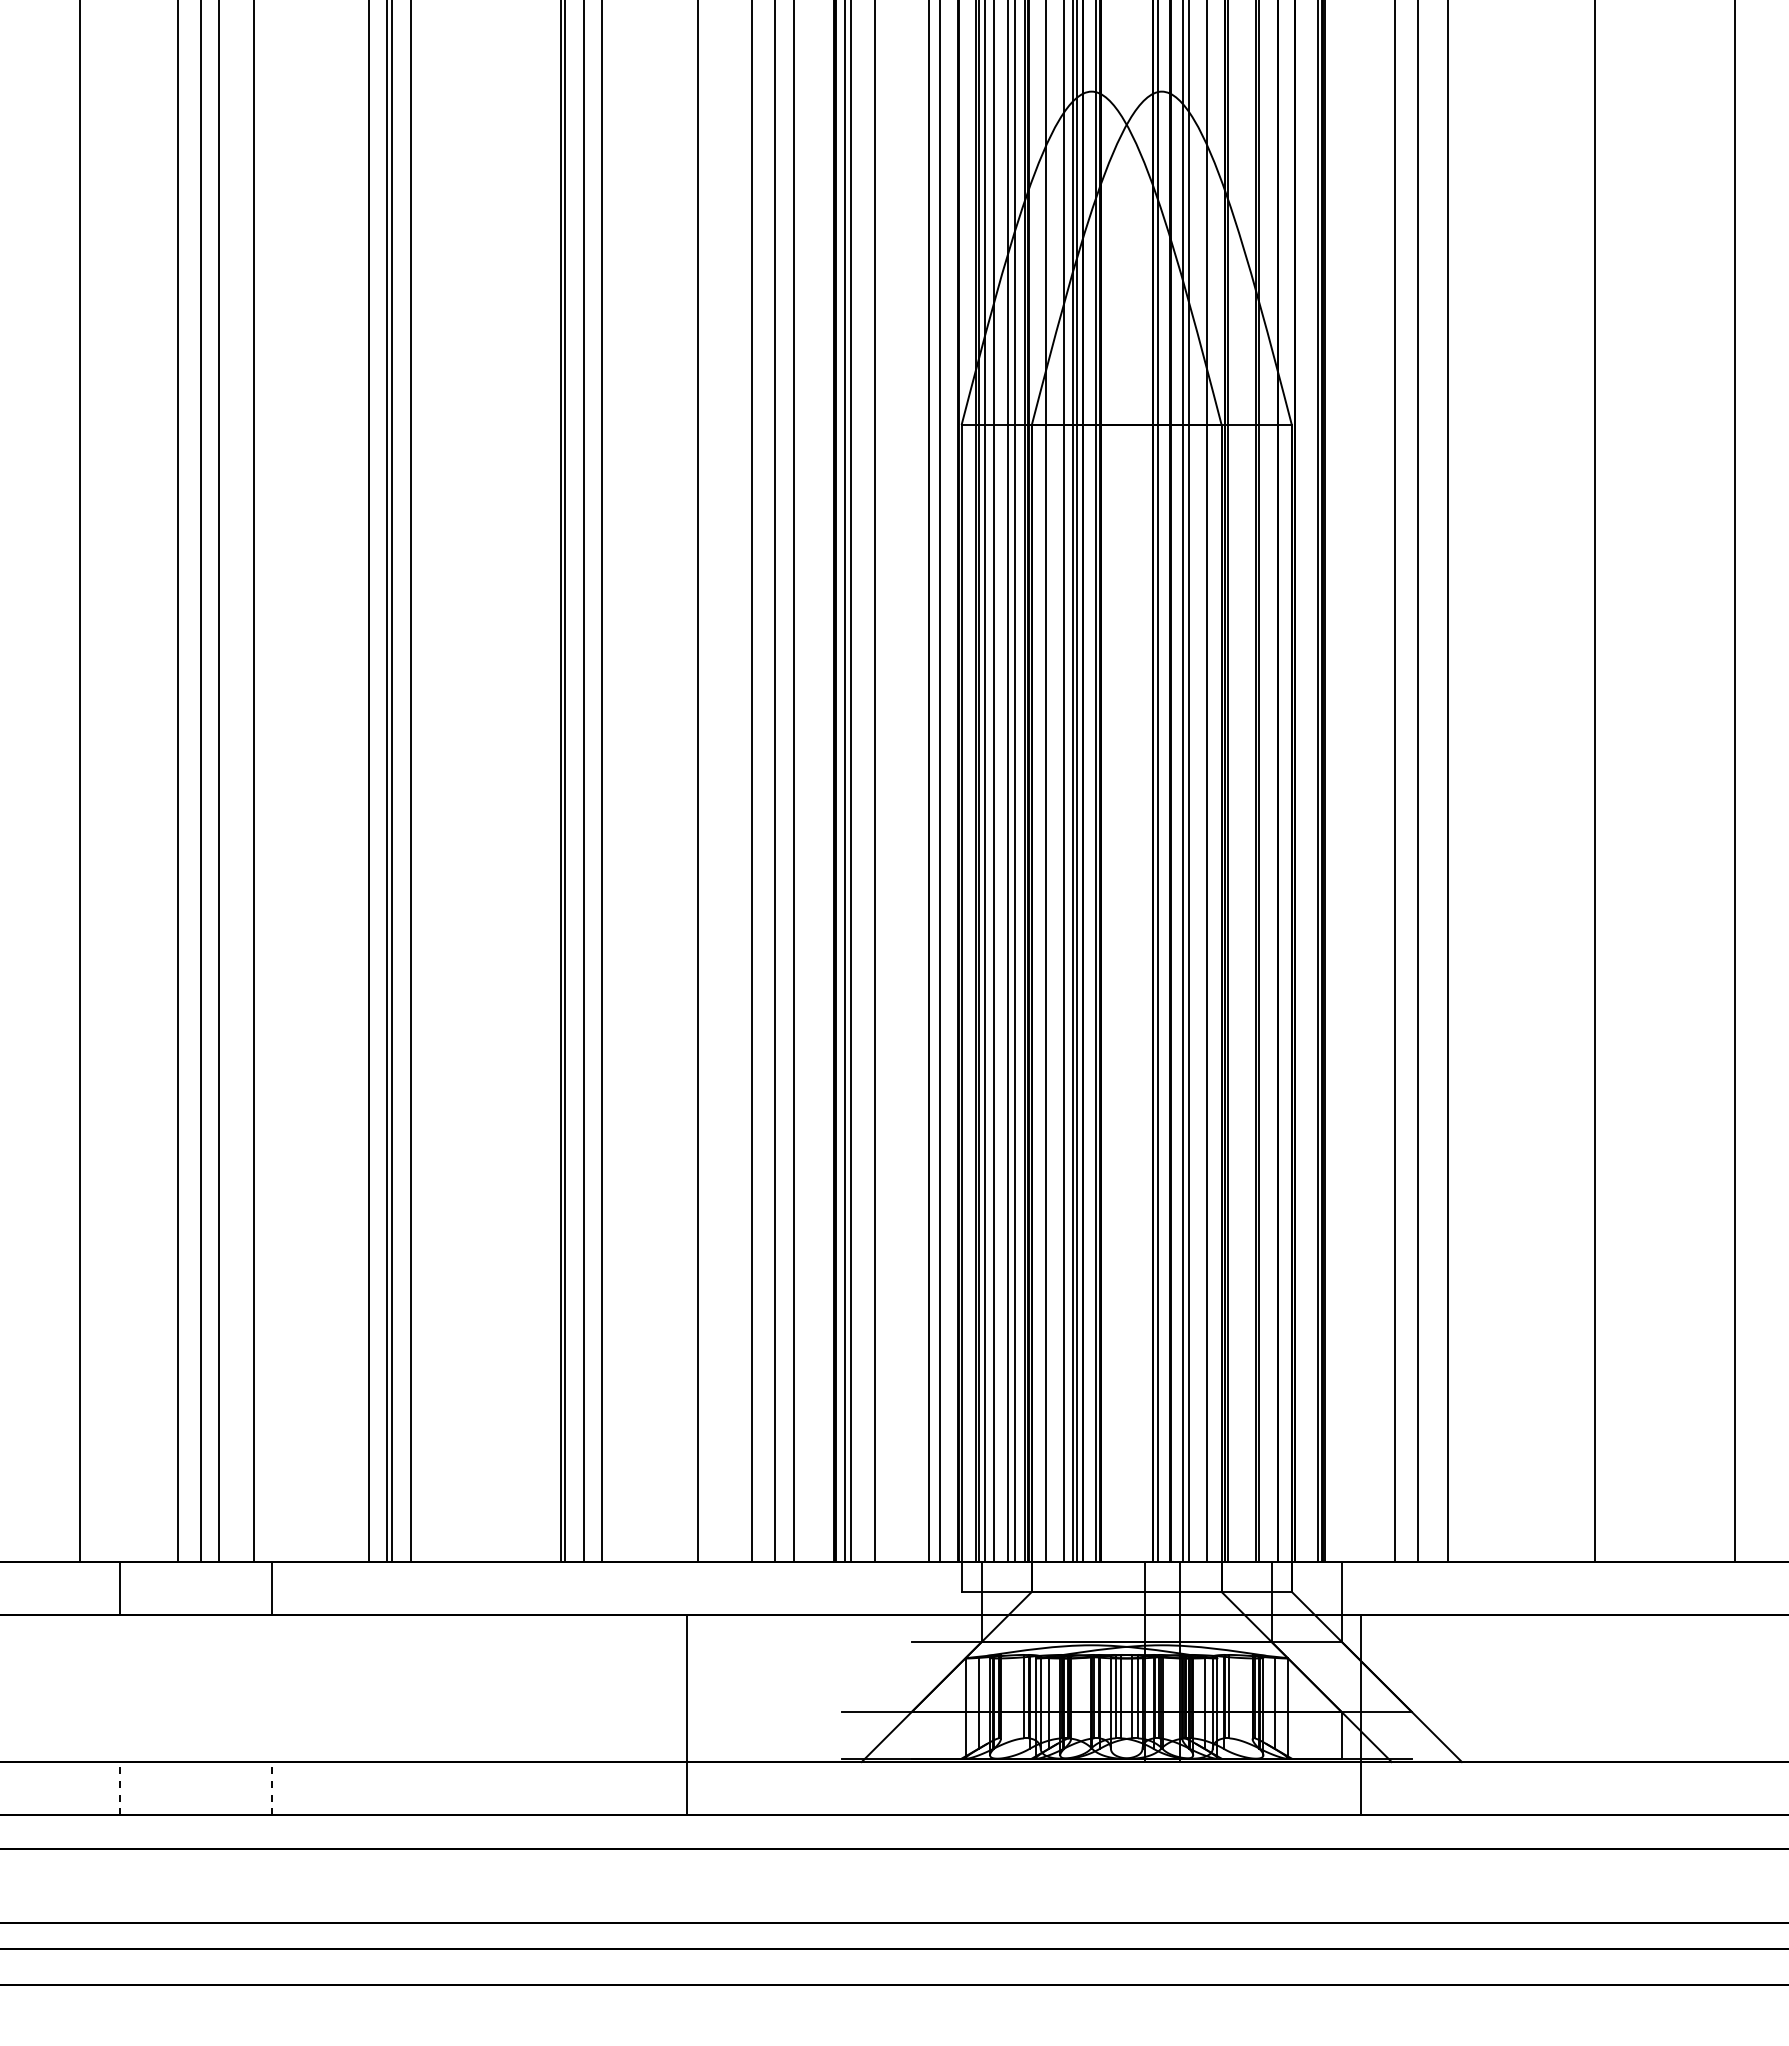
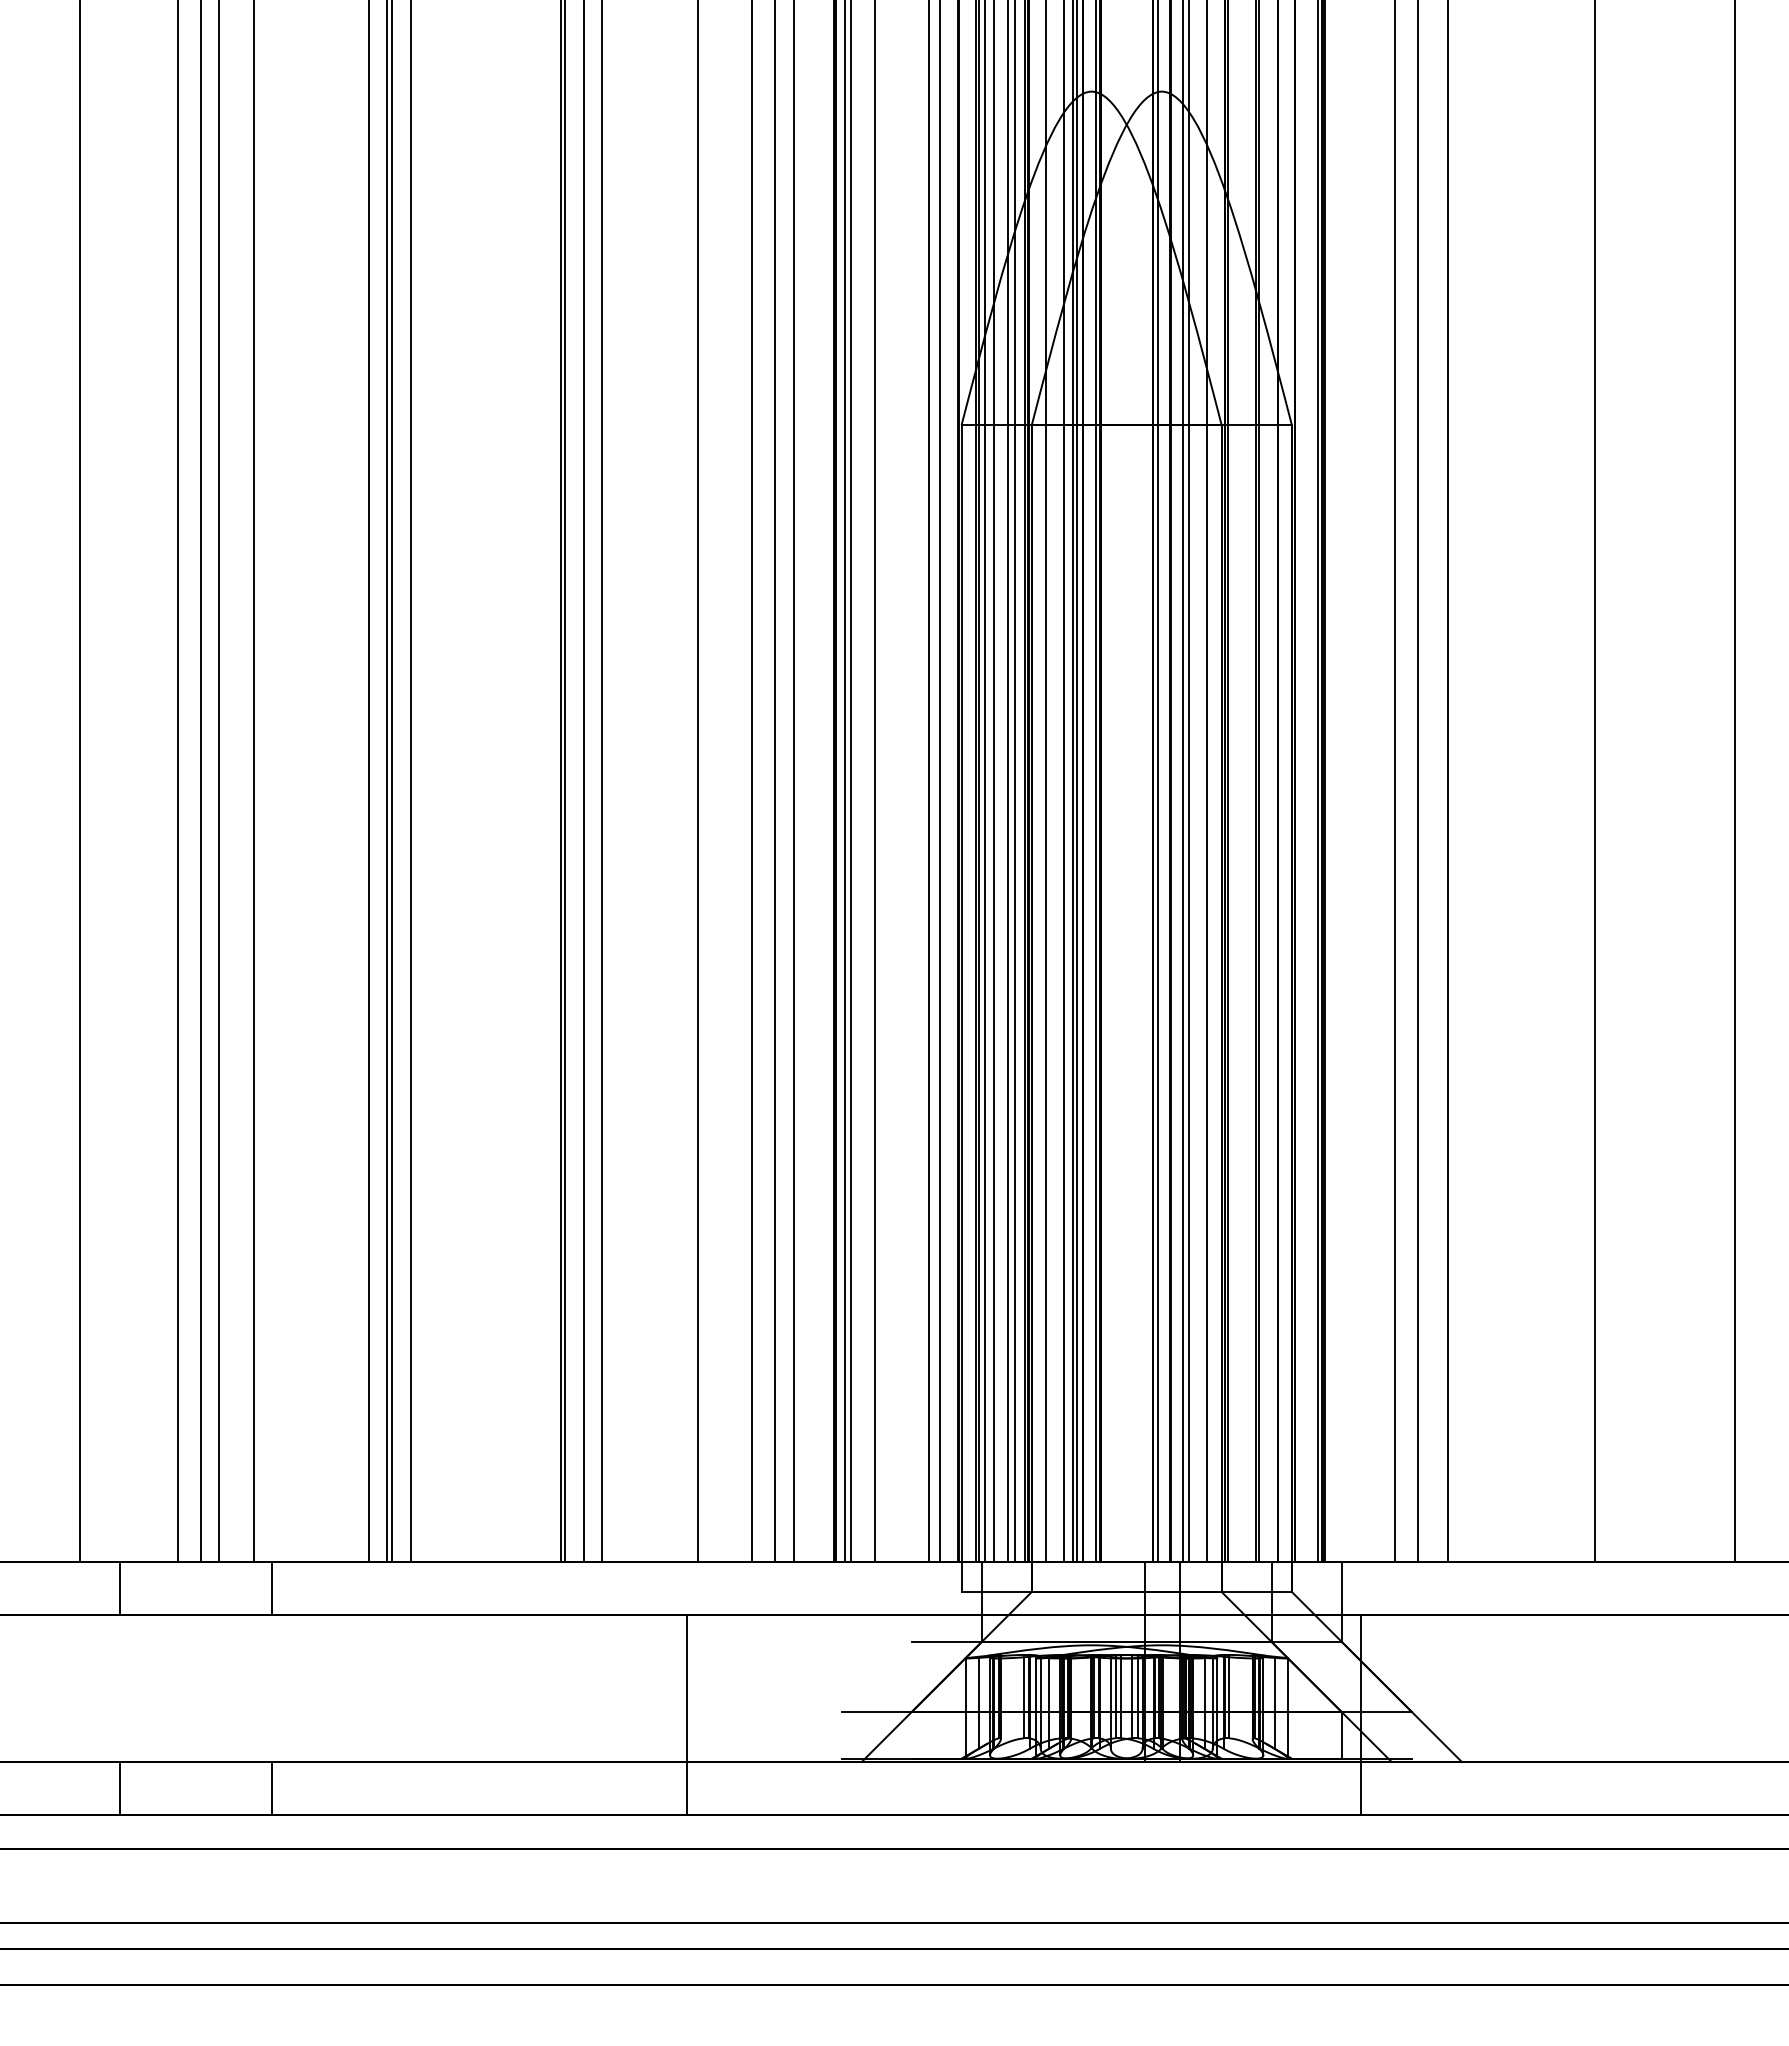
line at (120, 1788): dashed -> solid
line at (271, 1788): dashed -> solid
